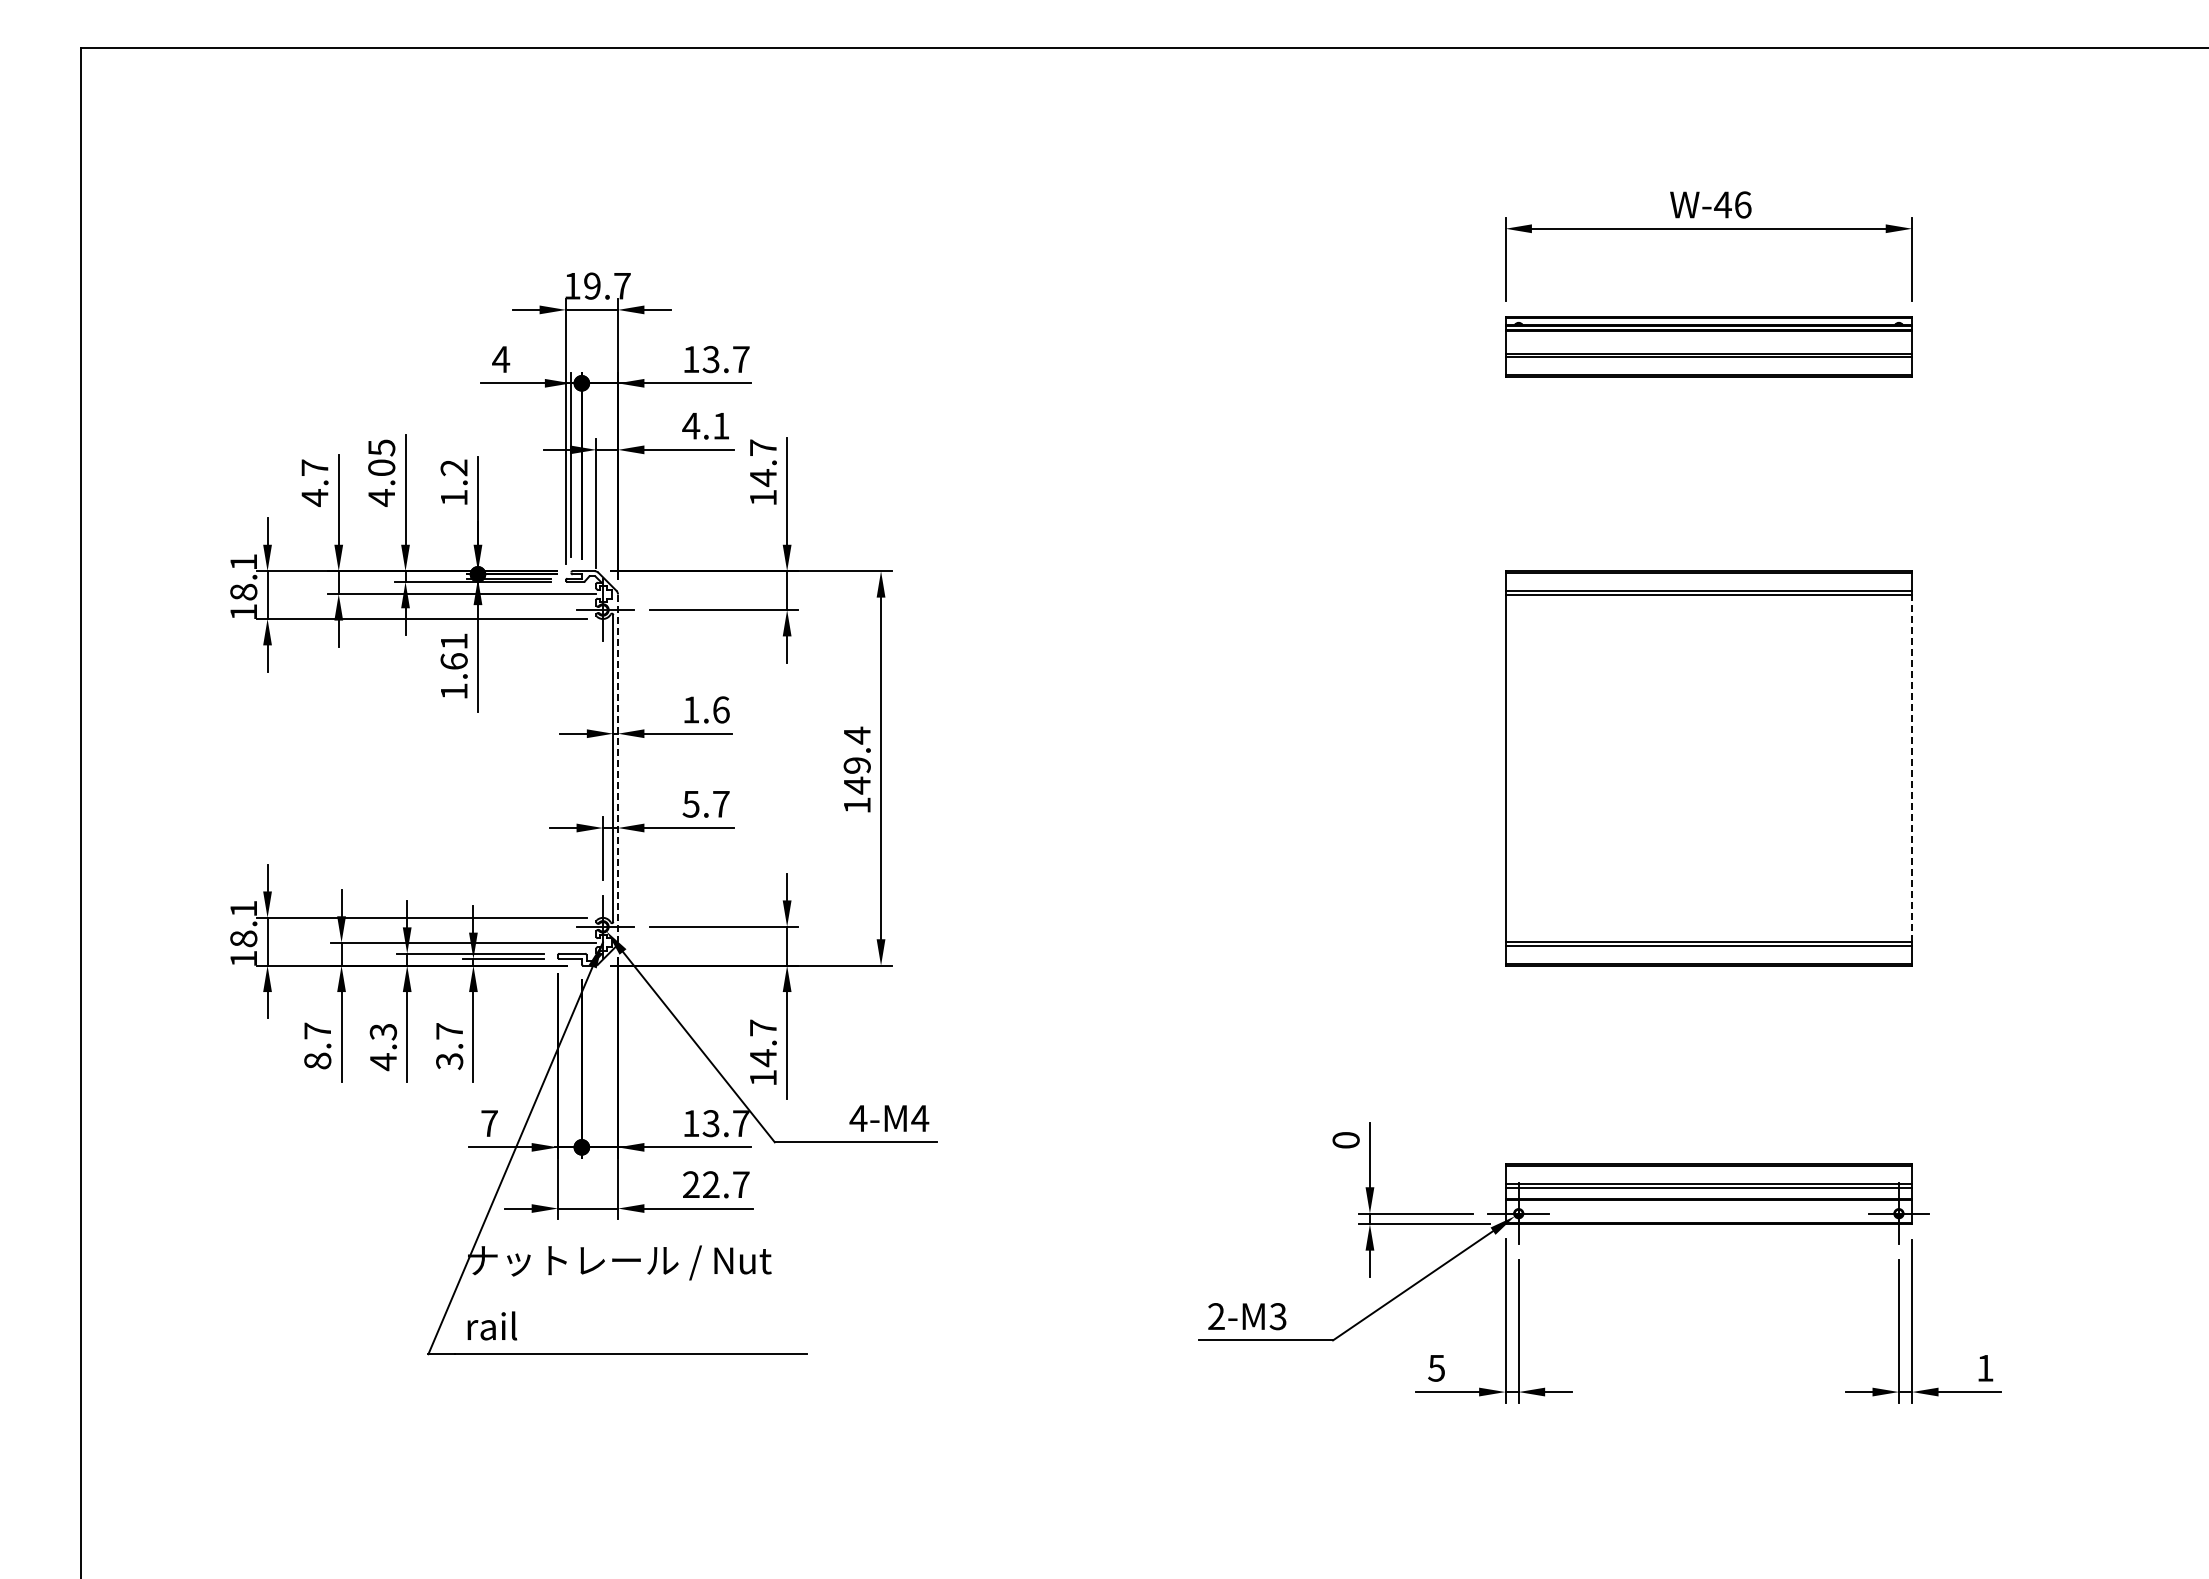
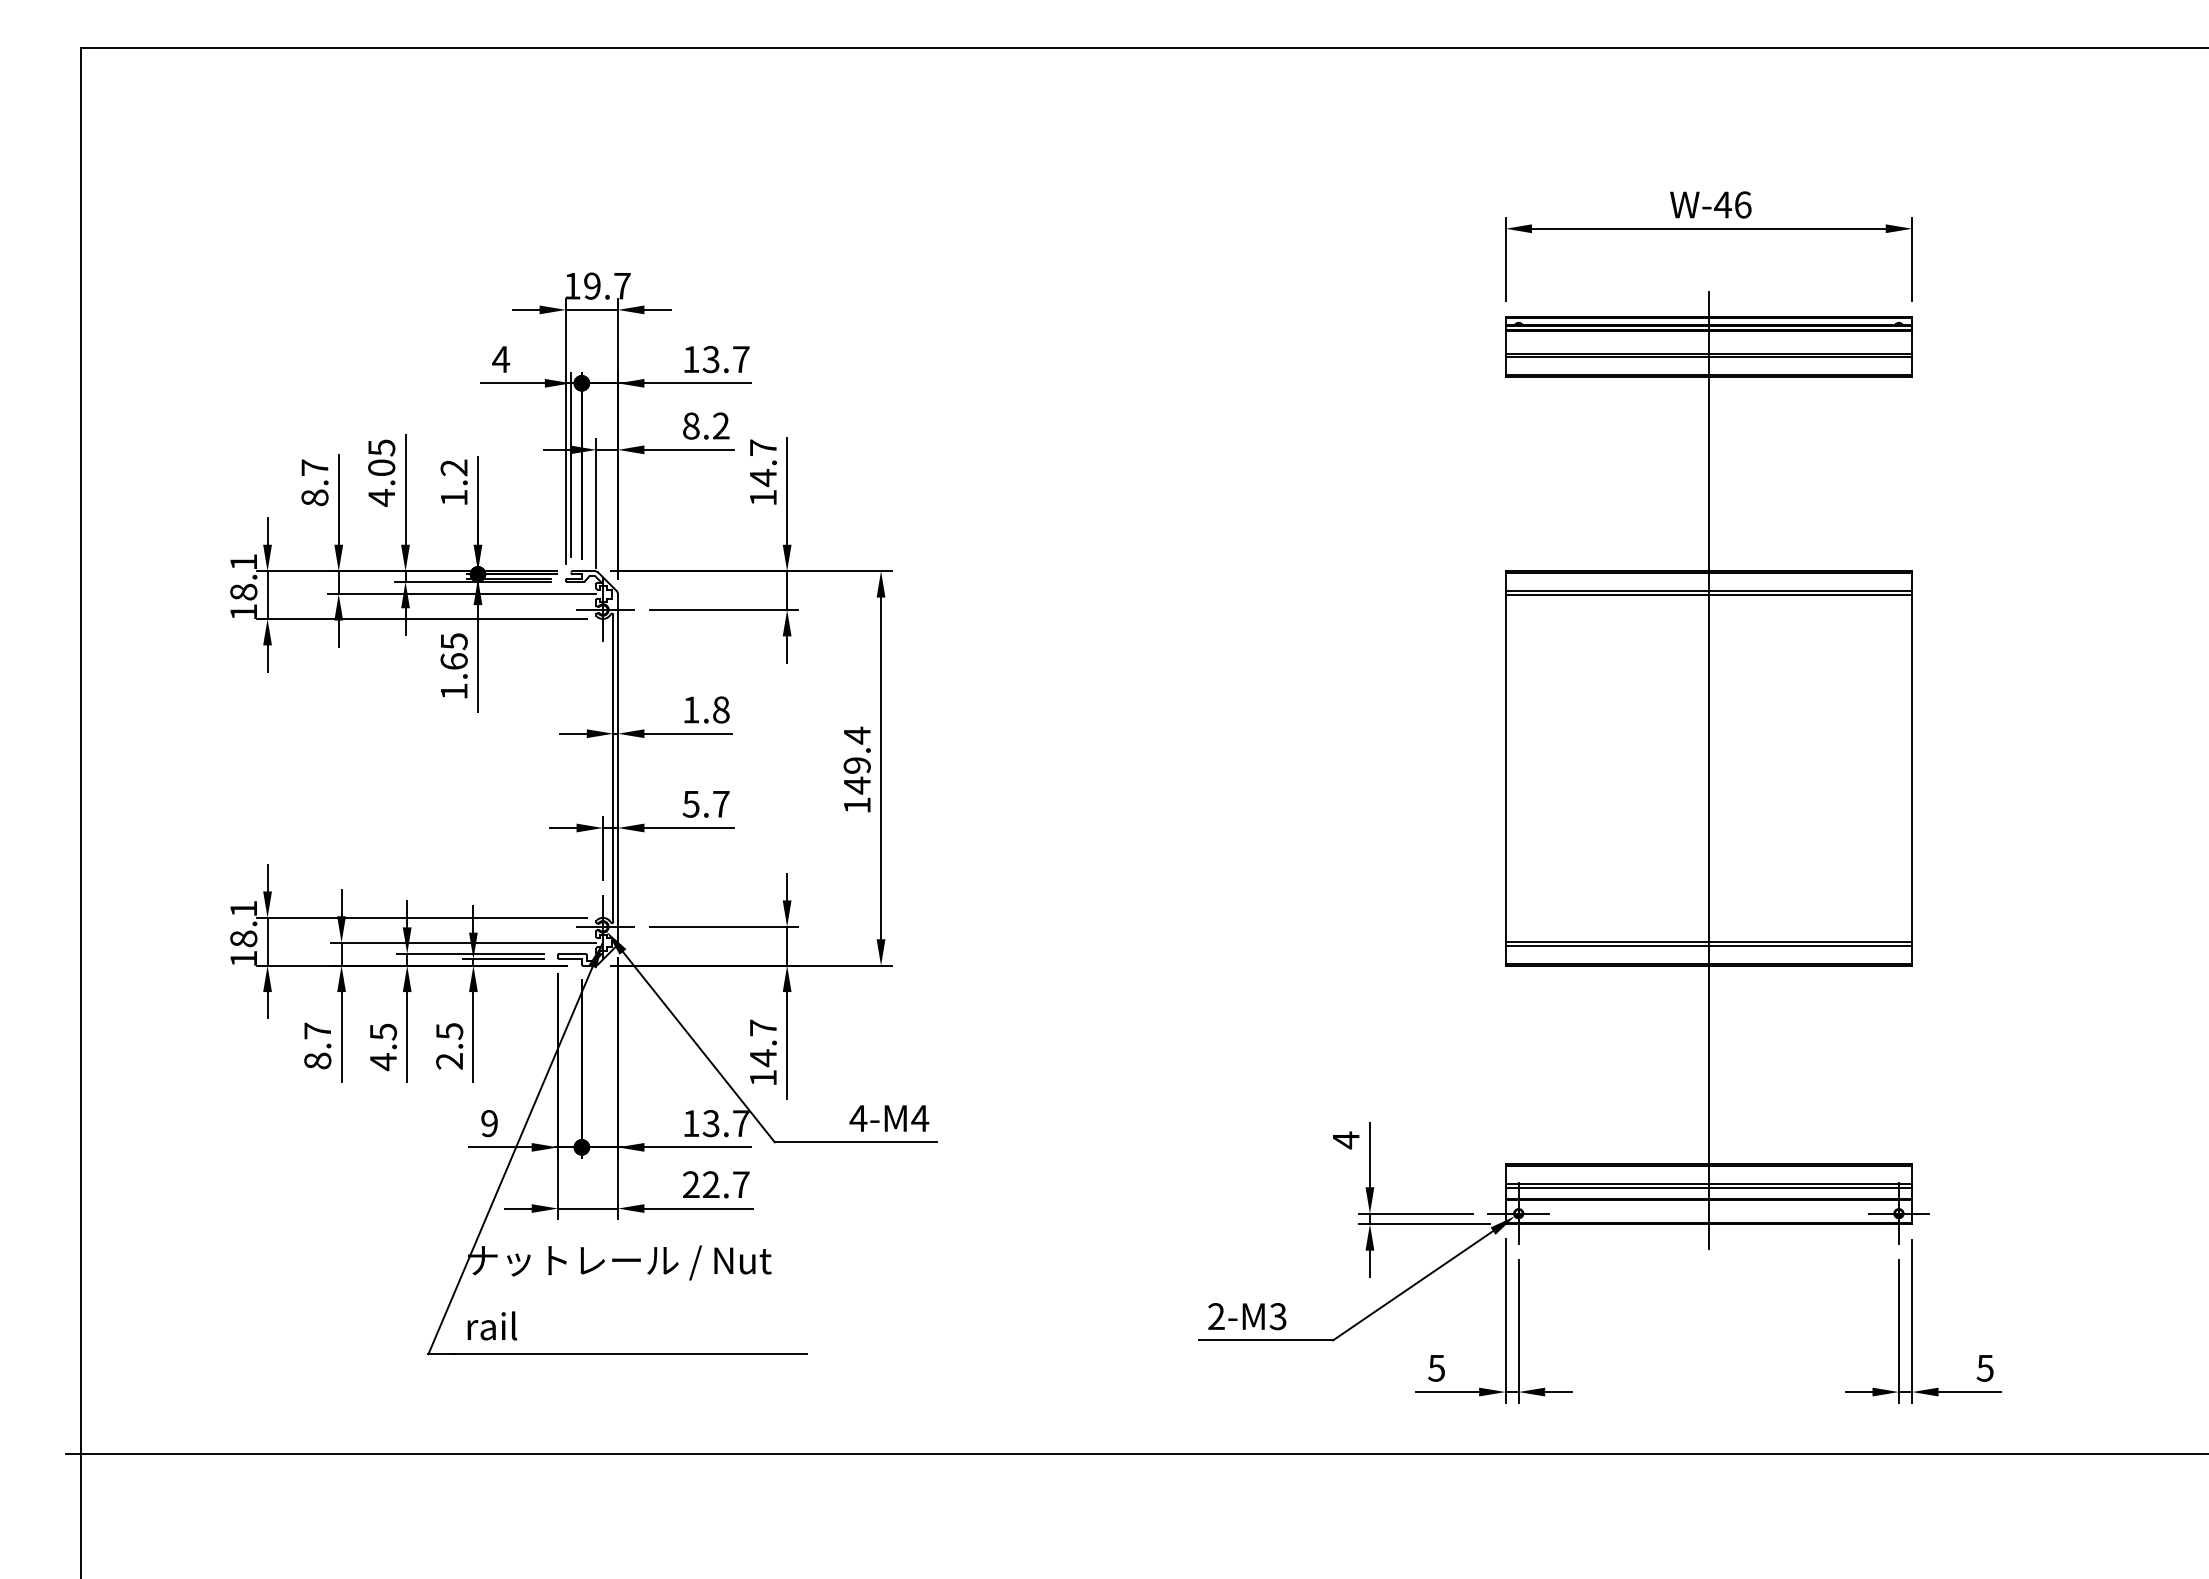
text at (705, 425): 4.1 -> 8.2
text at (314, 498): 4.7 -> 8.7
text at (454, 641): 1.61 -> 1.65
text at (721, 709): 1.6 -> 1.8
line at (618, 768): dashed -> solid
line at (1912, 768): dashed -> solid
line at (1708, 770): none -> present
text at (382, 1031): 4.3 -> 4.5
text at (449, 1046): 3.7 -> 2.5
text at (489, 1123): 7 -> 9
text at (1345, 1140): 0 -> 4
text at (1984, 1368): 1 -> 5
line at (1135, 1454): none -> present
